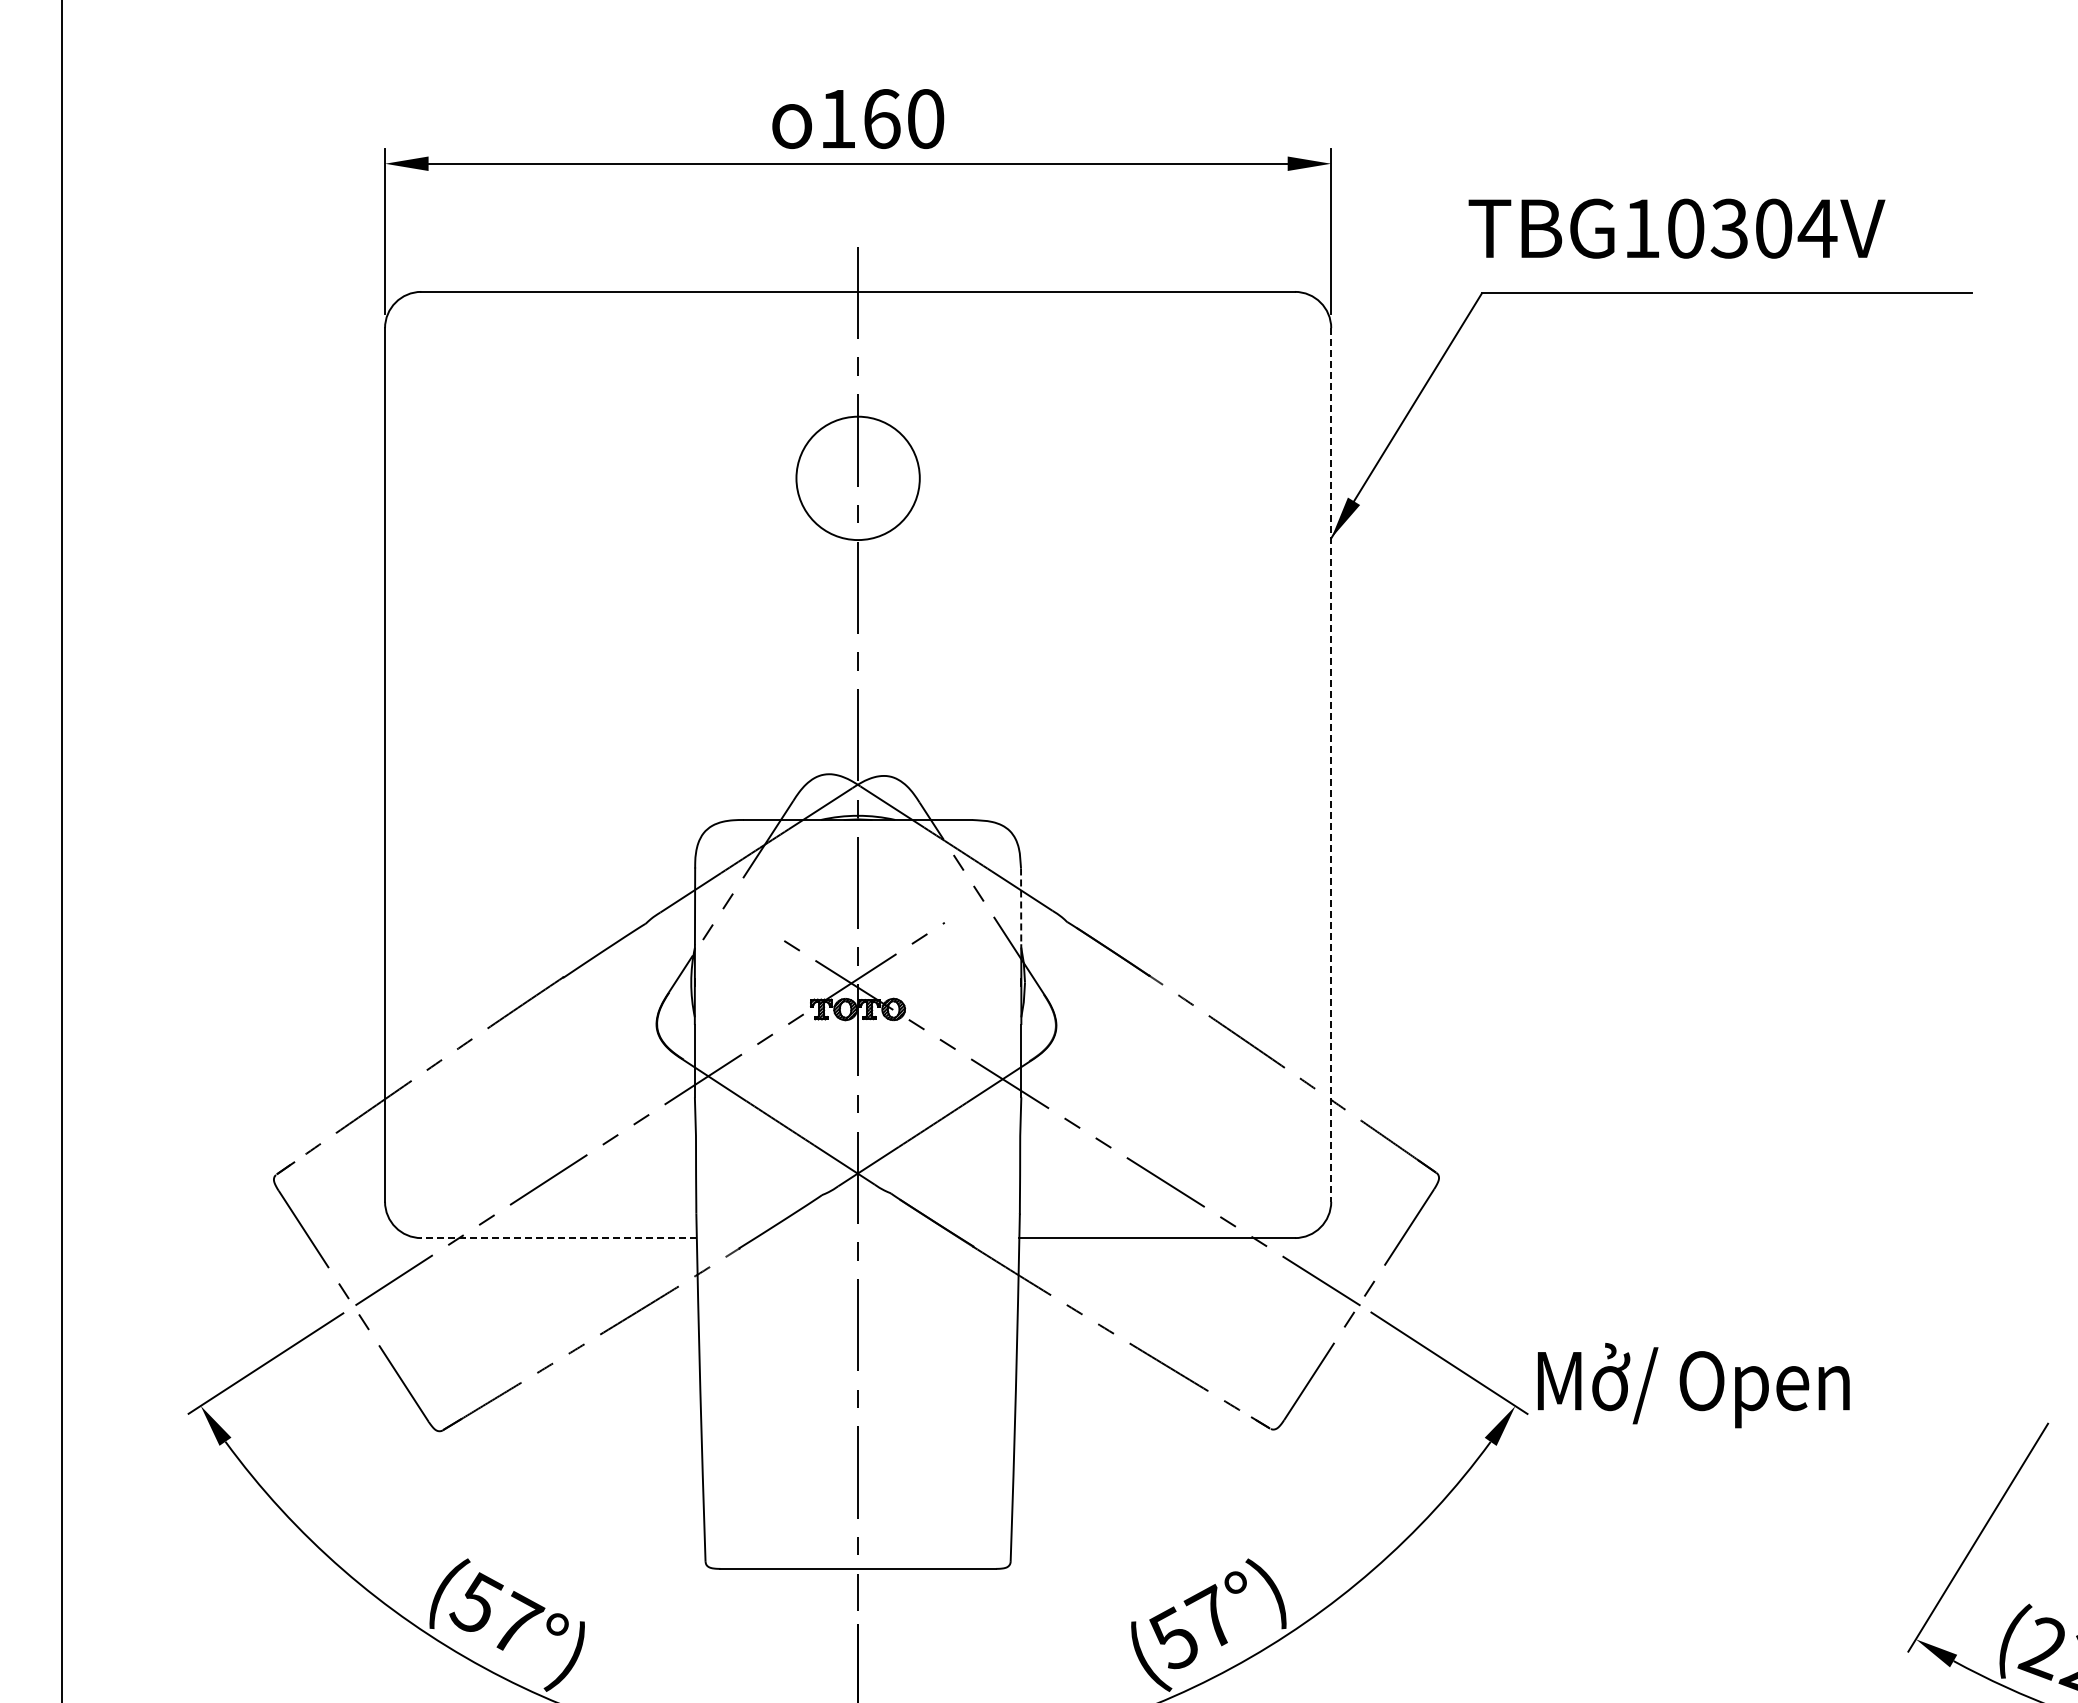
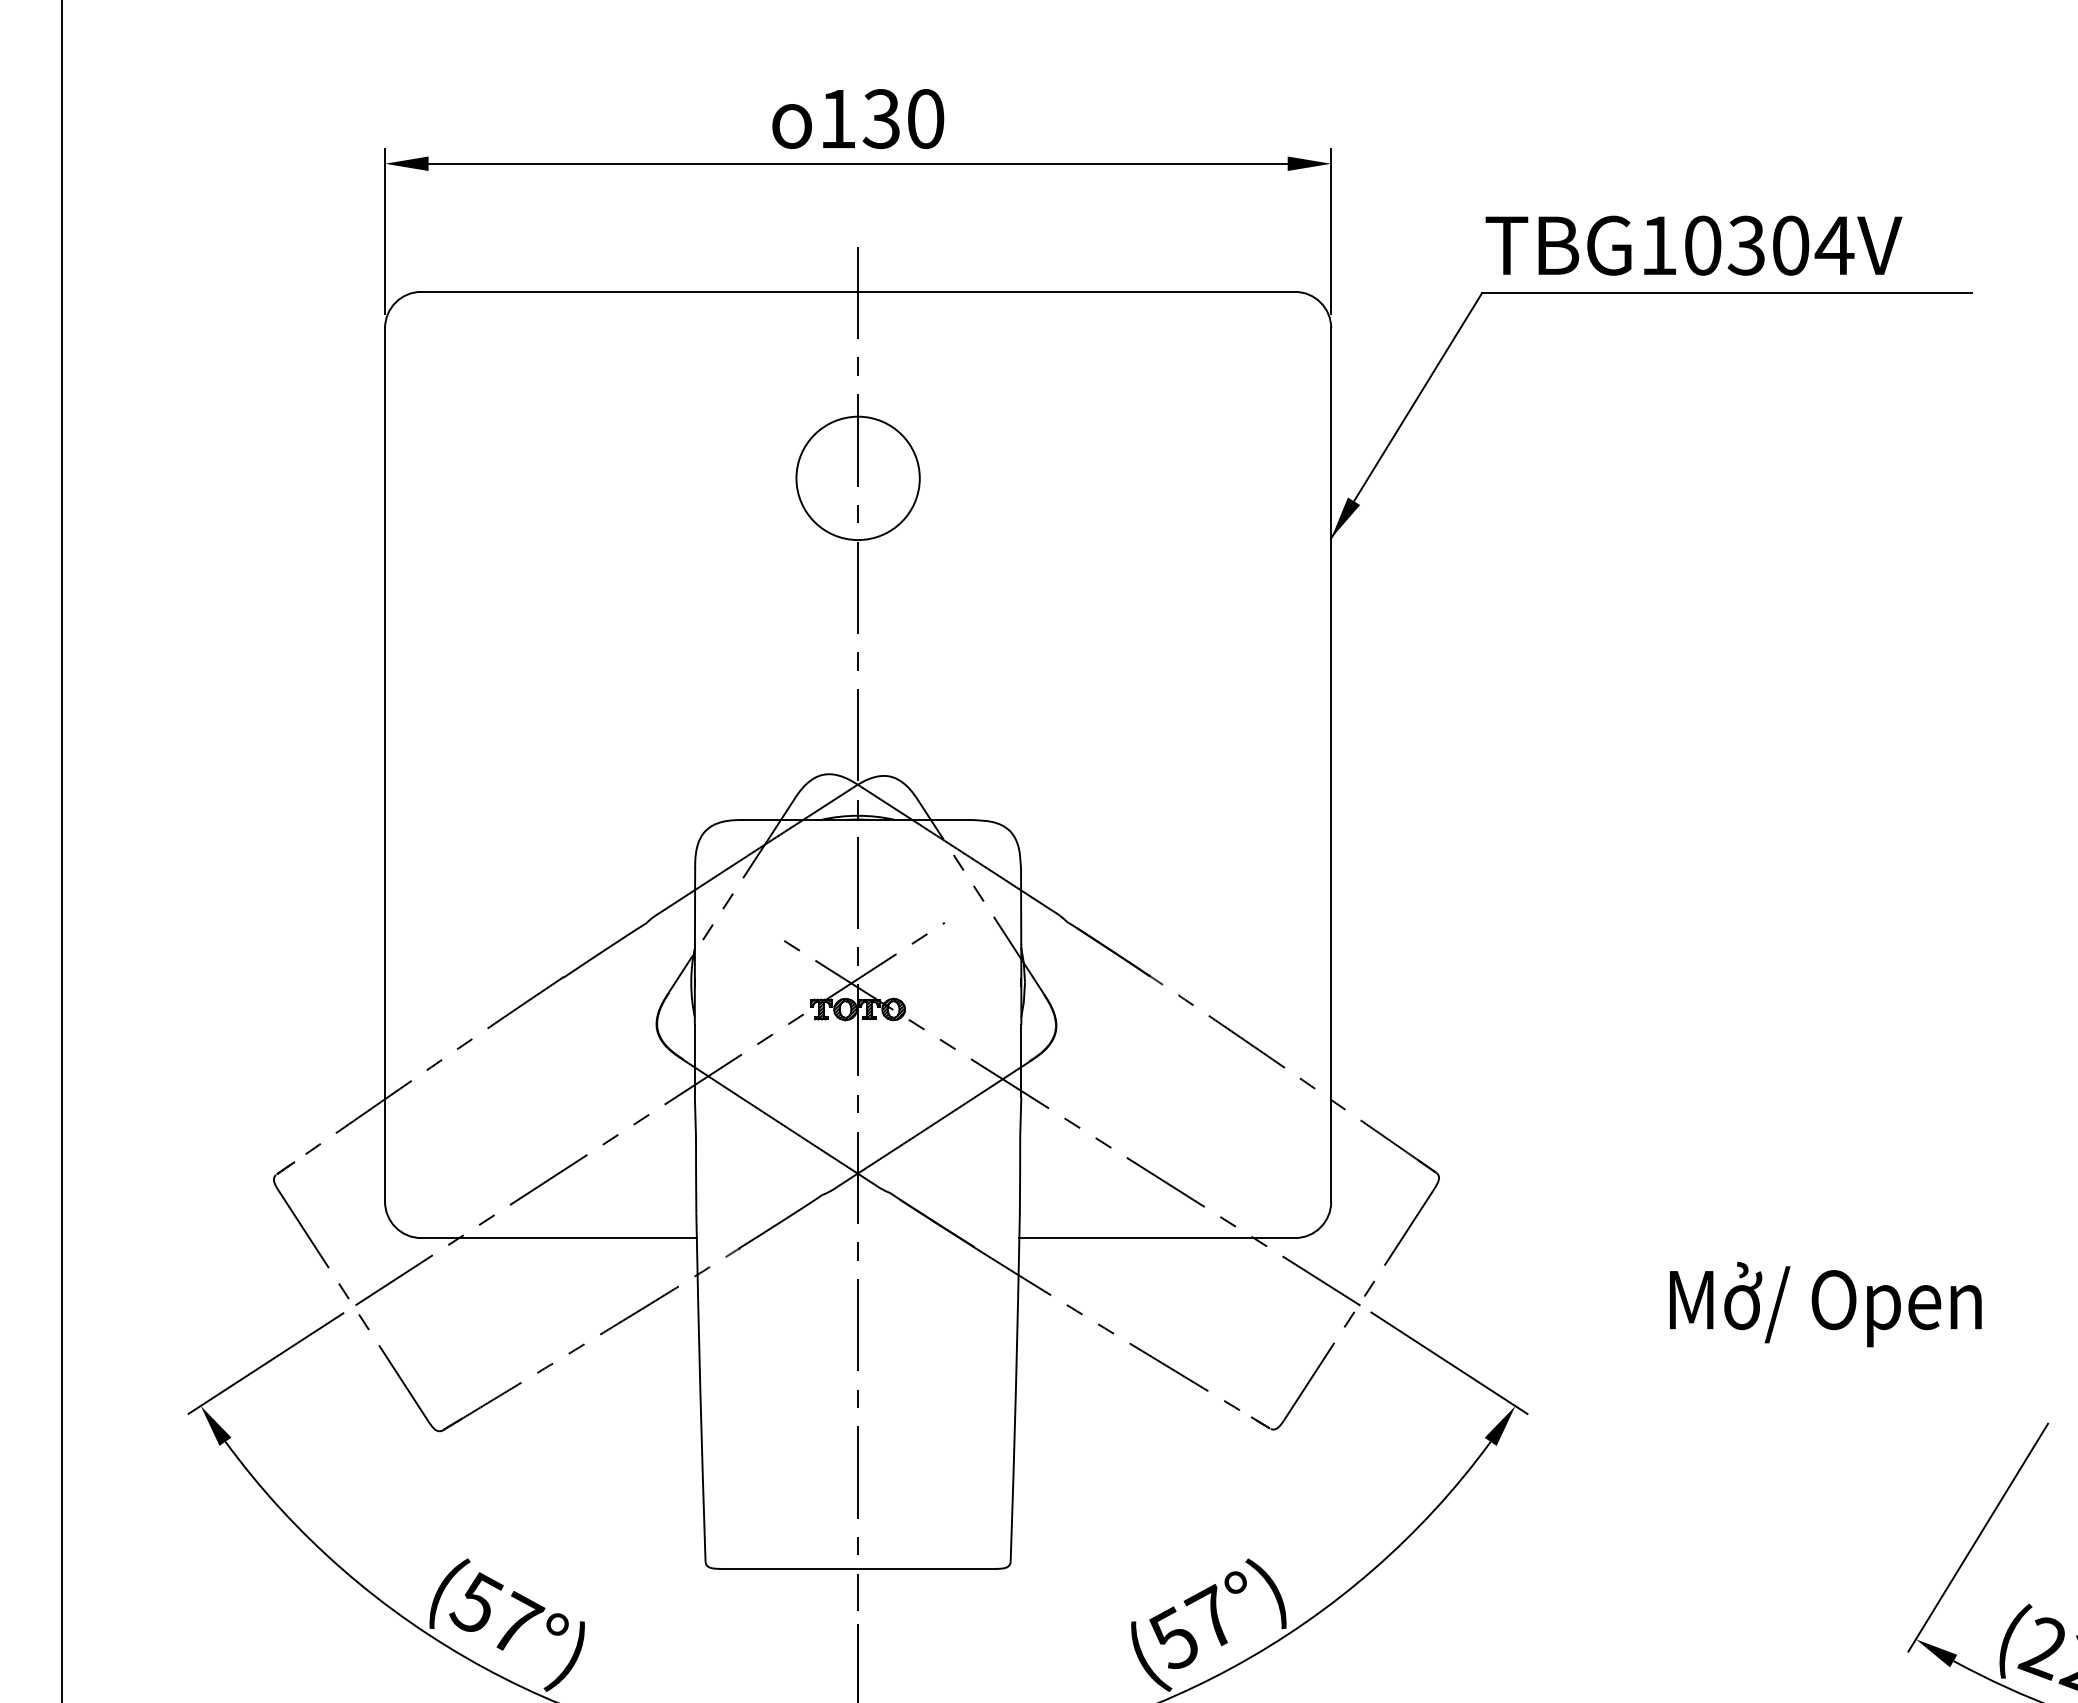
text at (881, 119): 160 -> 130
text at (1676, 228) position: (1676, 228) -> (1693, 245)
line at (1331, 764): dashed -> solid
line at (1021, 906): dashed -> solid
line at (559, 1238): dashed -> solid
text at (1693, 1385) position: (1693, 1385) -> (1825, 1304)
